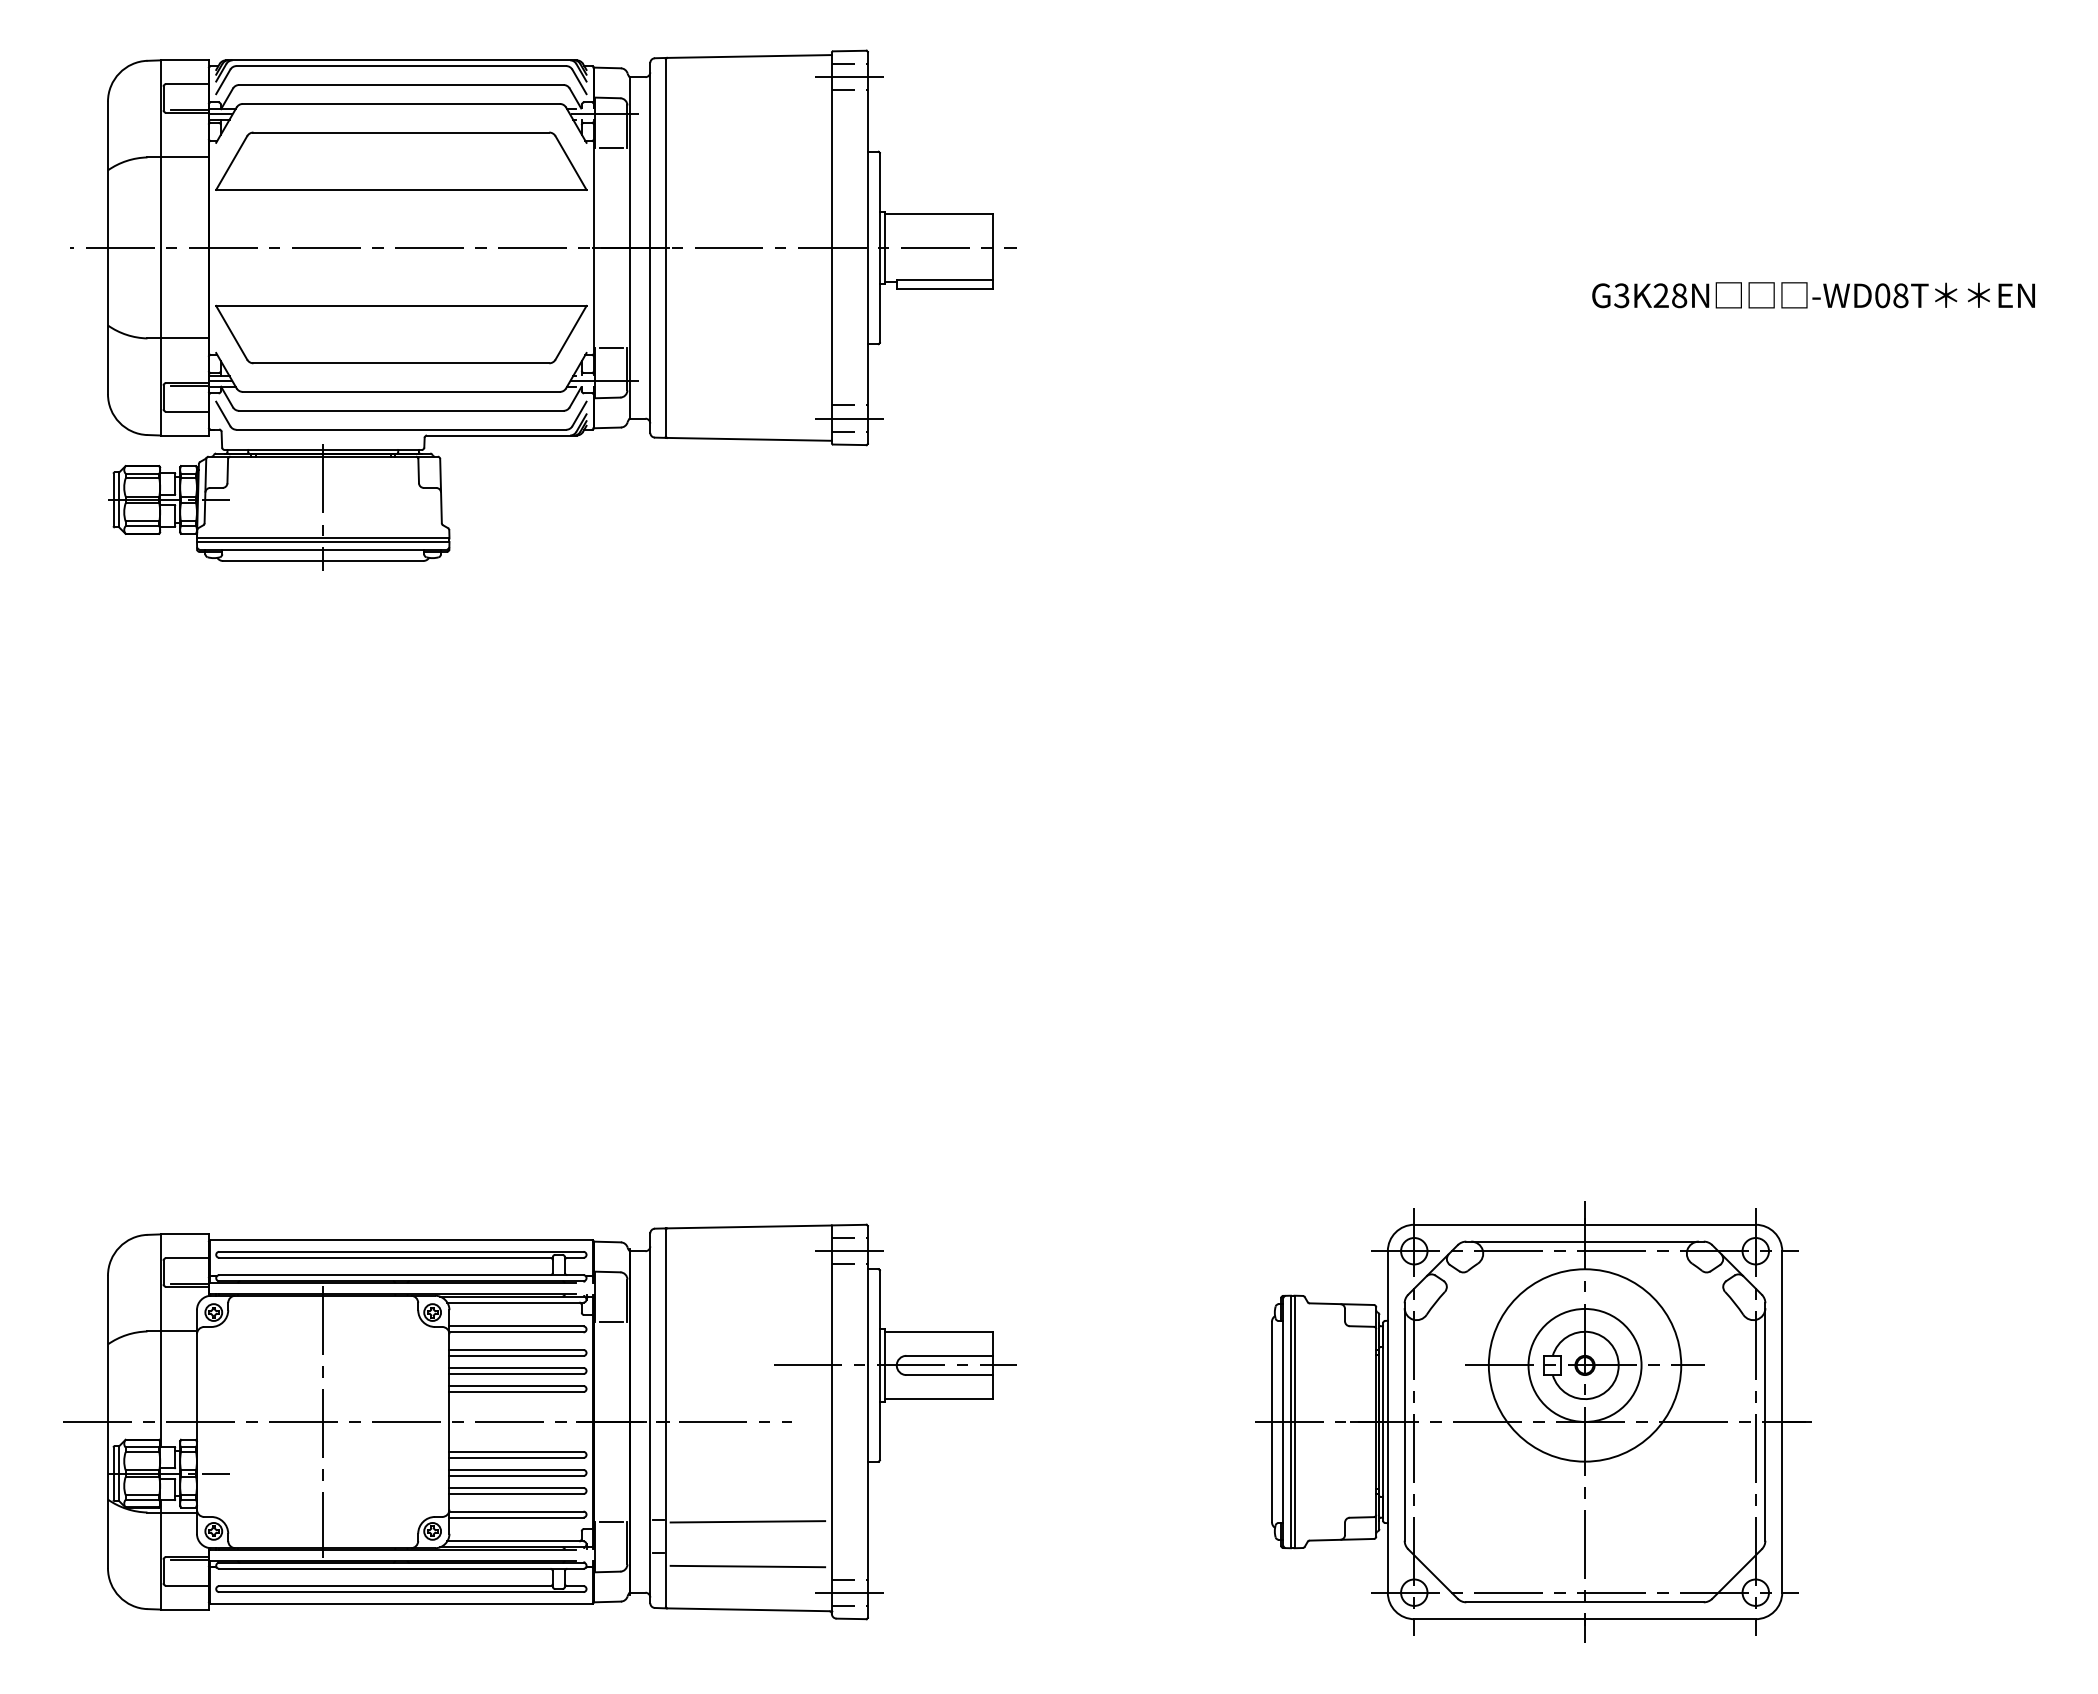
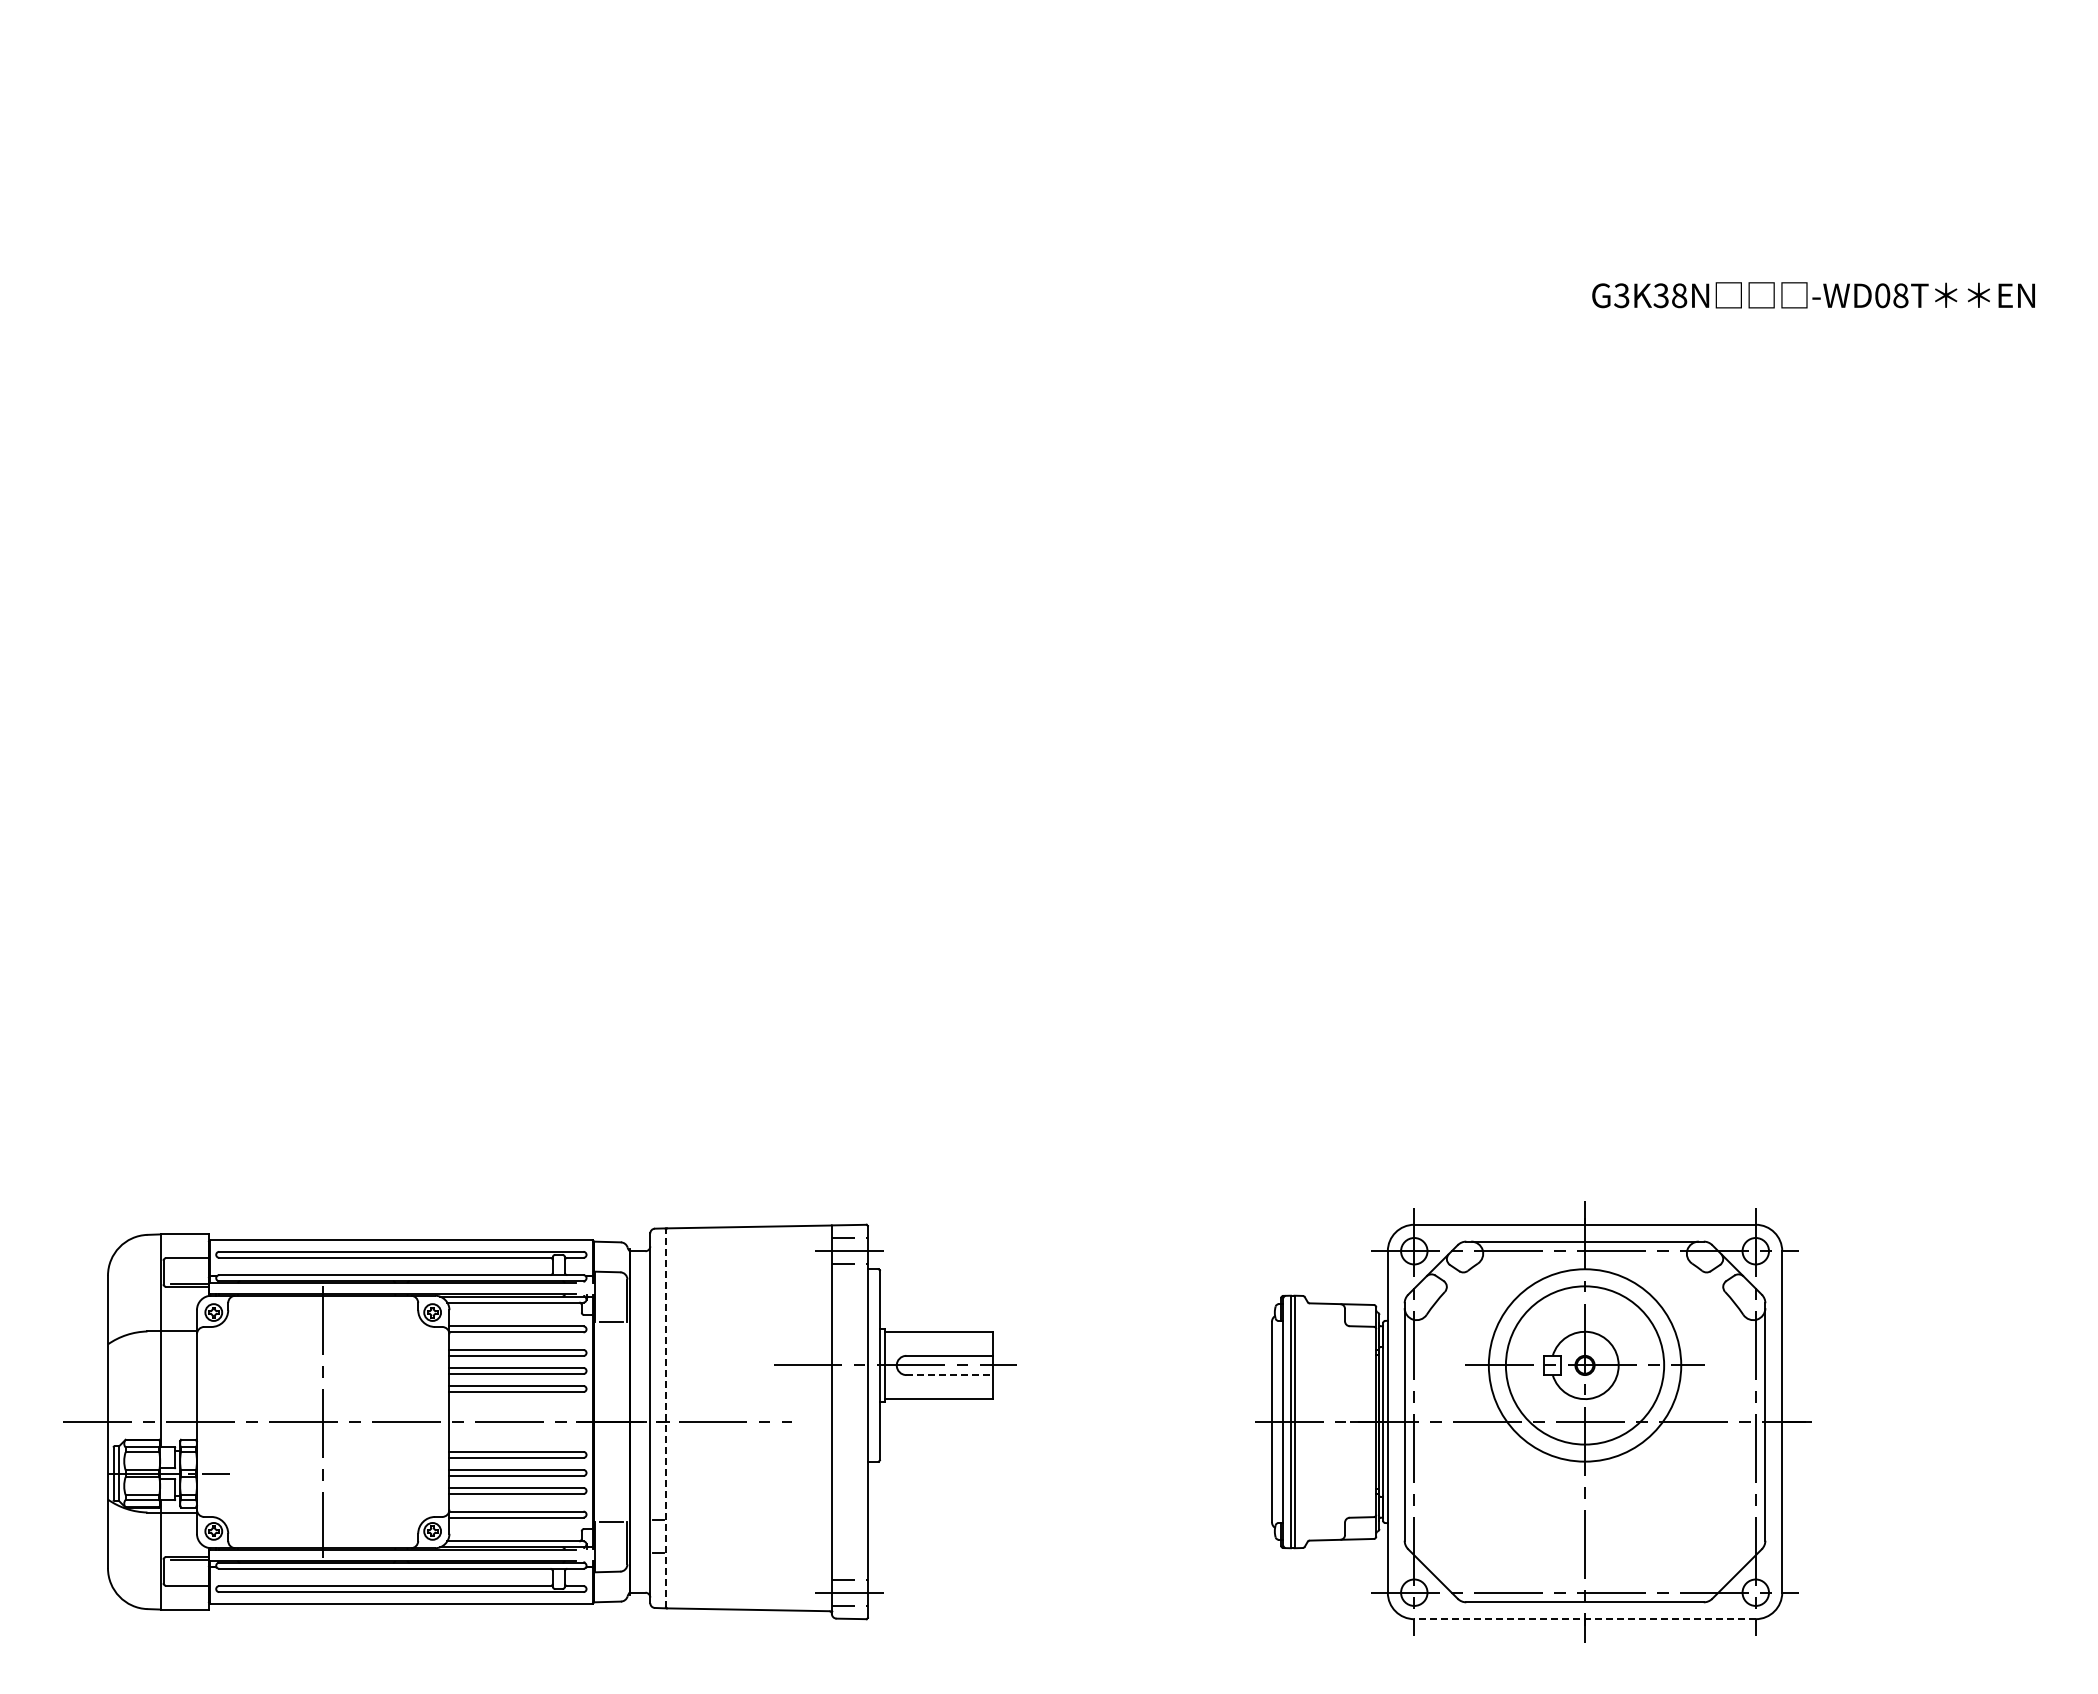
text at (1660, 295): G3K28N -> G3K38N
part at (543, 309): present -> none
circle at (1584, 1364) diameter: 113 px -> 158 px
line at (950, 1375): solid -> dashed
line at (665, 1418): solid -> dashed
line at (747, 1521): present -> none
line at (747, 1566): present -> none
line at (1585, 1619): solid -> dashed
